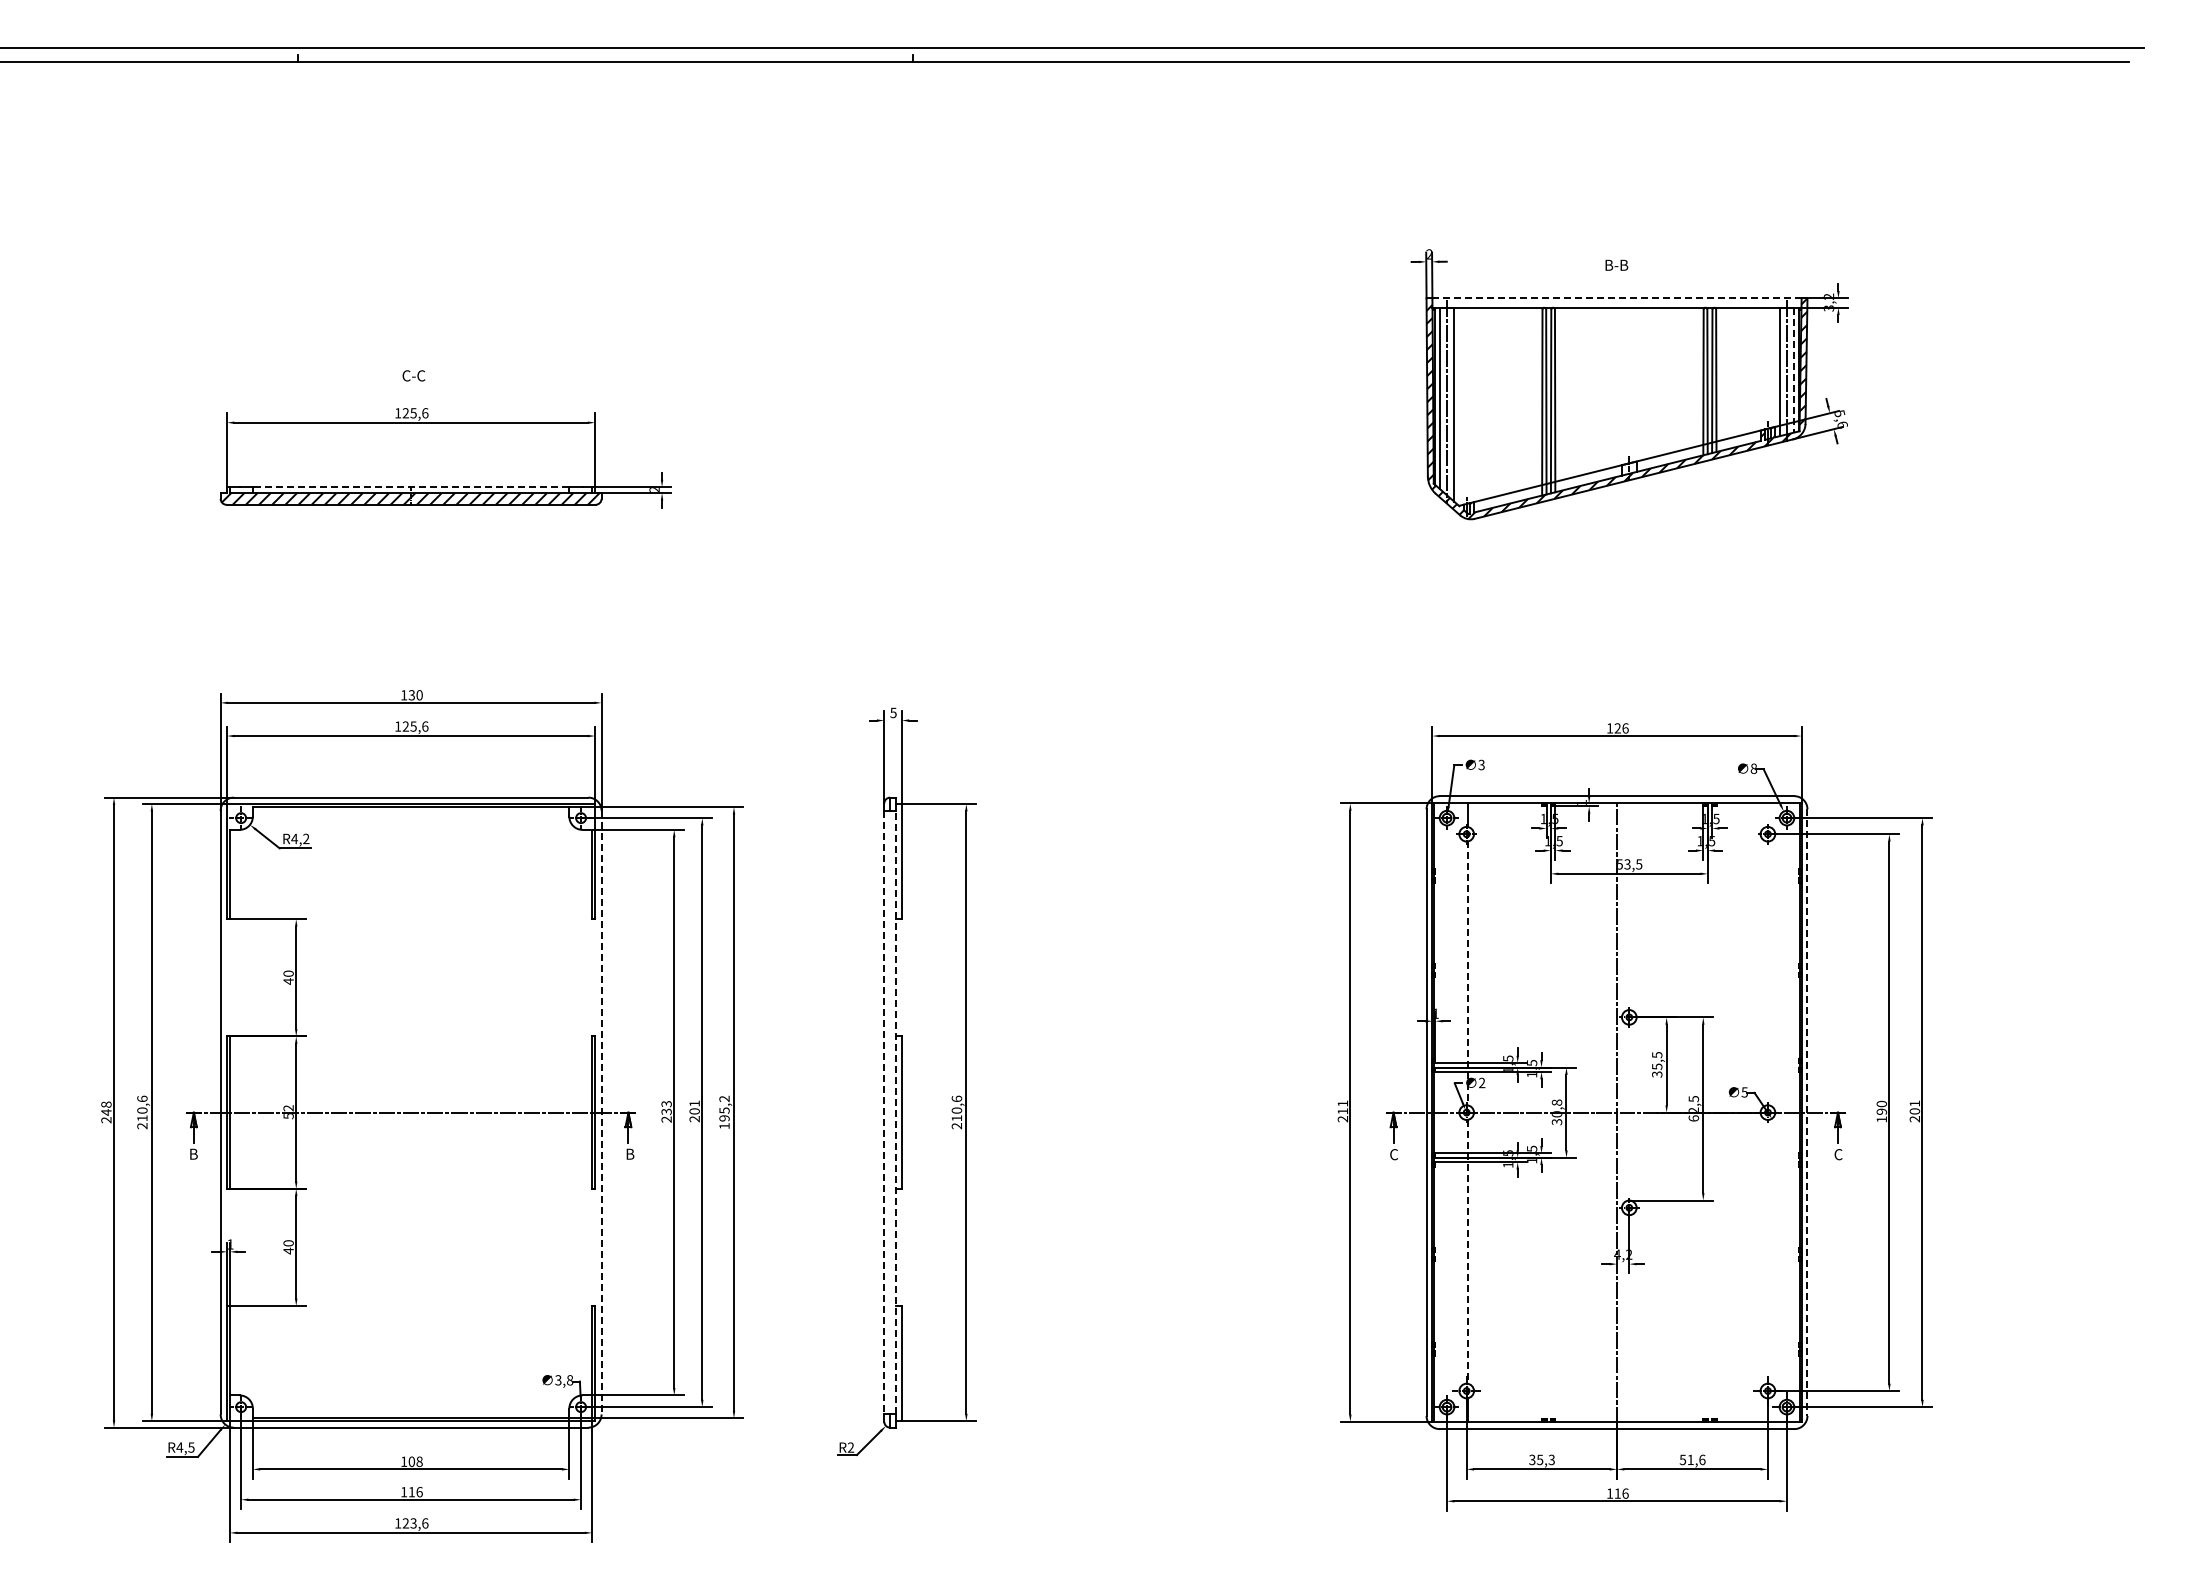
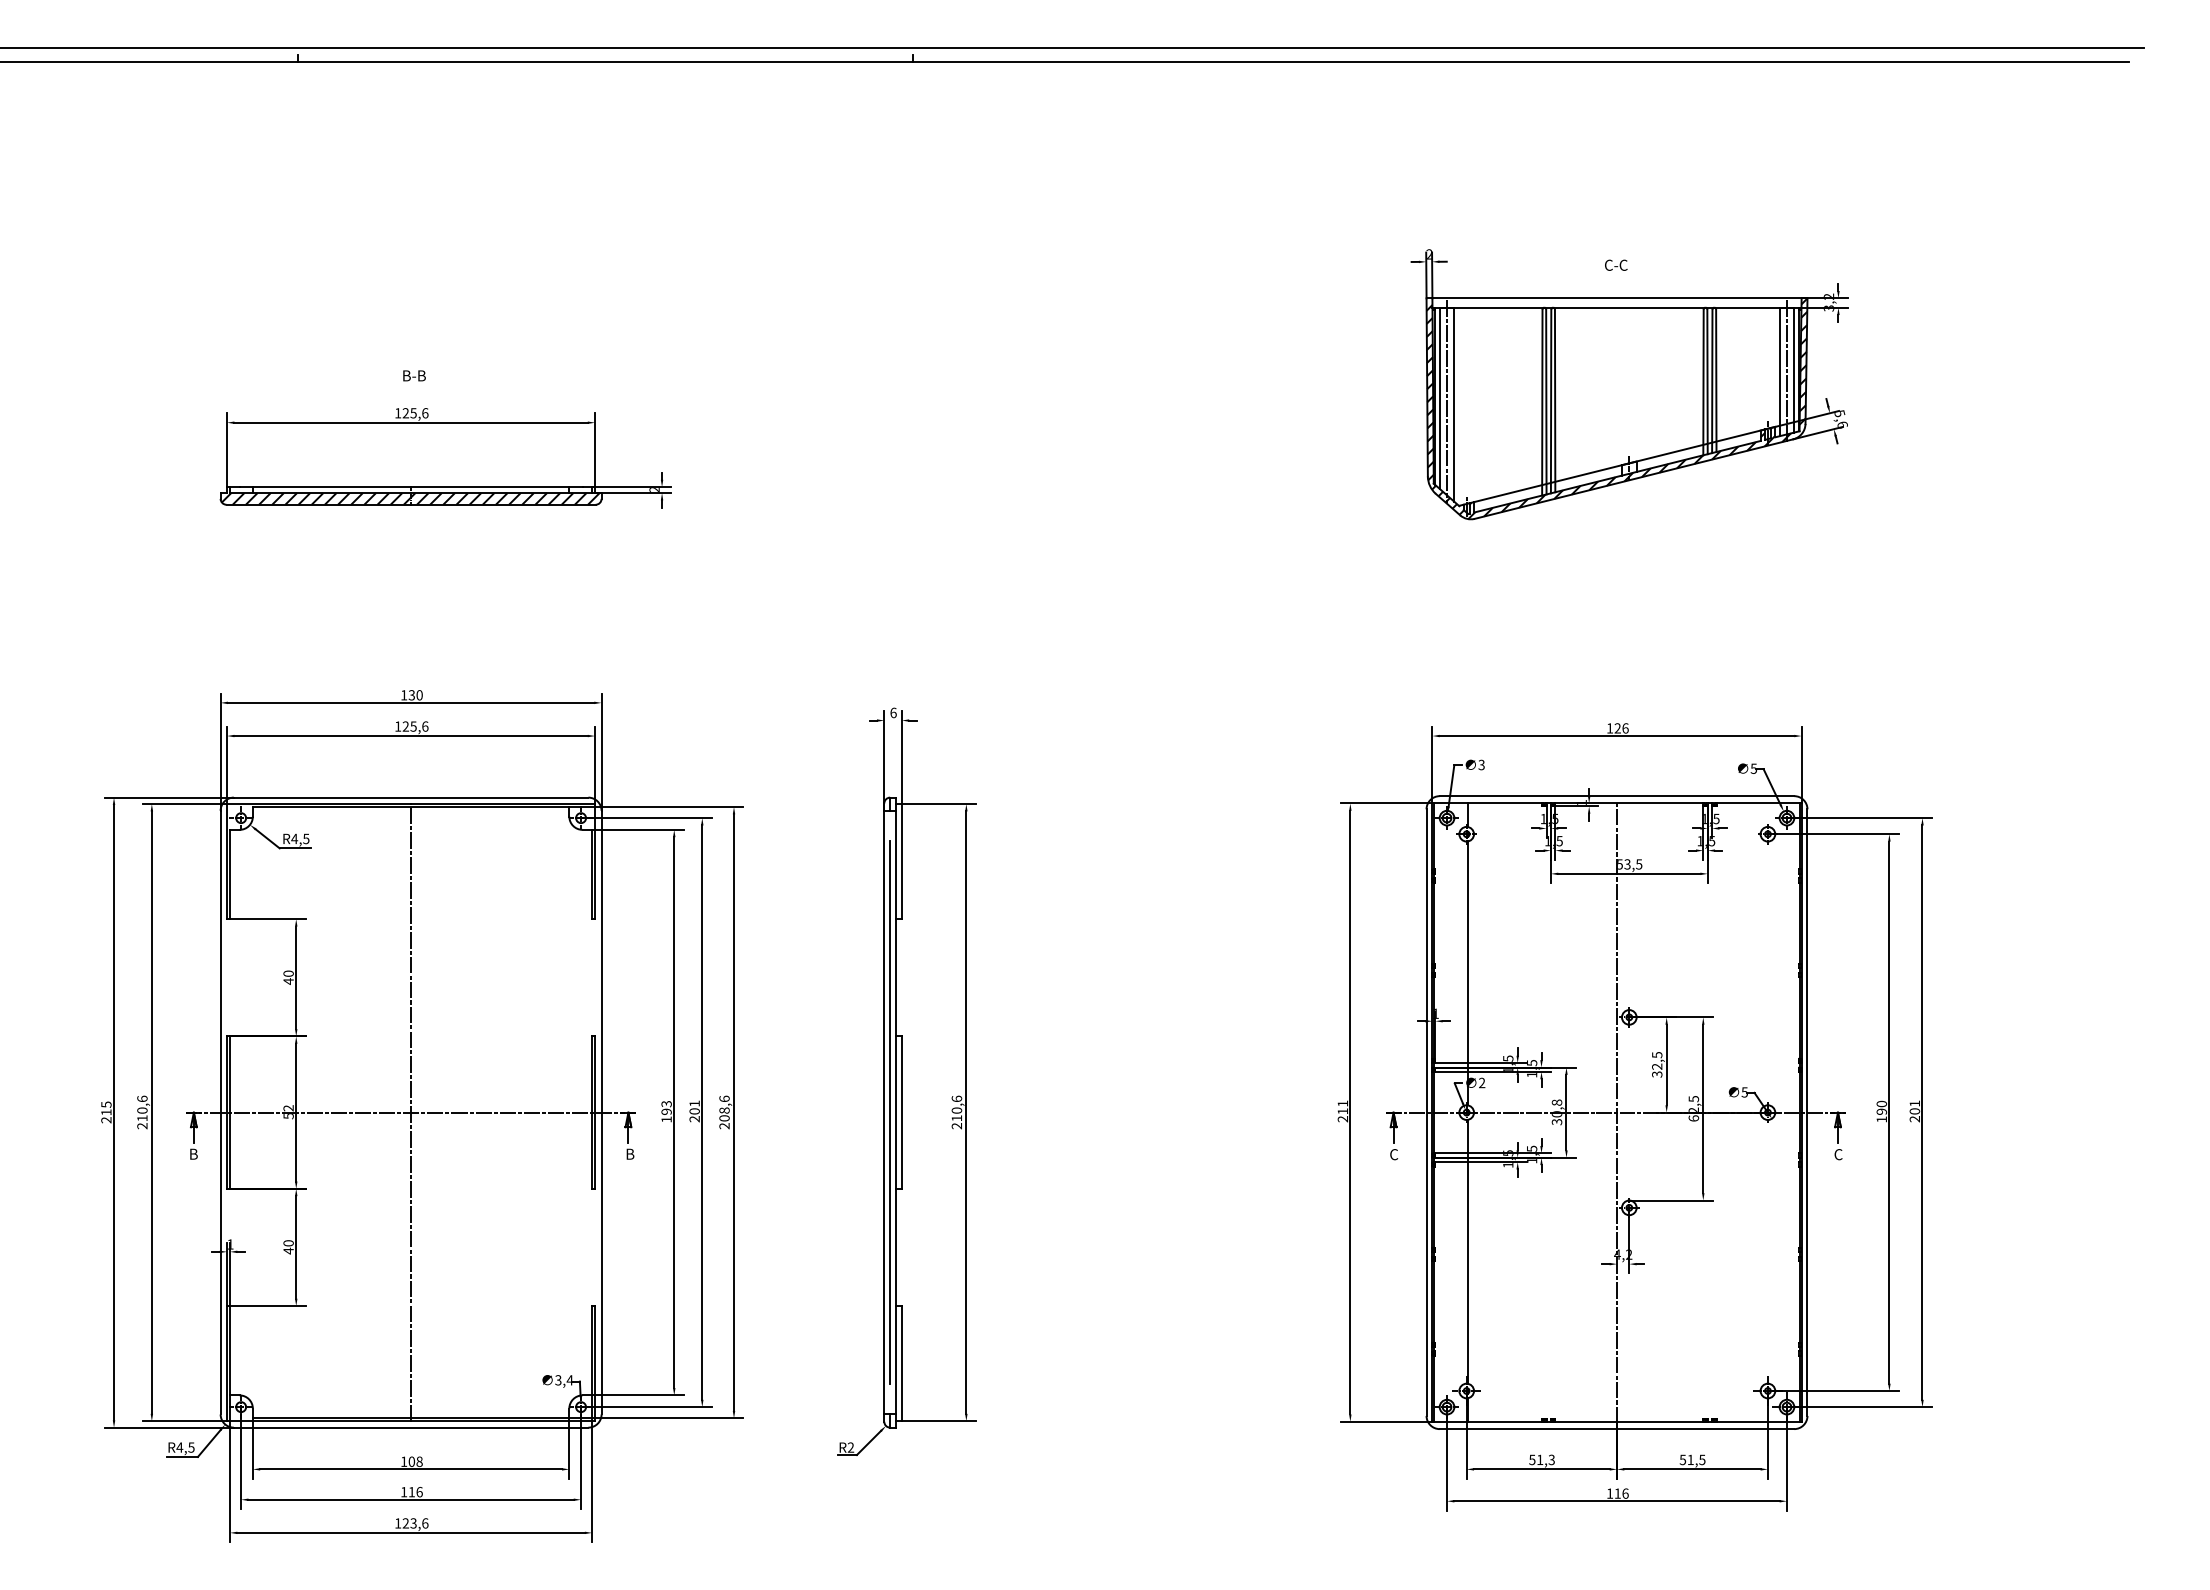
text at (1616, 264): B-B -> C-C
line at (1617, 298): dashed -> solid
line at (1794, 370): dashed -> solid
text at (413, 375): C-C -> B-B
line at (410, 487): dashed -> solid
text at (893, 712): 5 -> 6
text at (1753, 768): 8 -> 5
text at (306, 838): R4,2 -> R4,5
line at (1468, 973): dashed -> solid
text at (1657, 1066): 35,5 -> 32,5
text at (106, 1108): 248 -> 215
line at (411, 1112): none -> present
line at (601, 1112): dashed -> solid
text at (724, 1112): 195,2 -> 208,6
line at (884, 1112): dashed -> solid
line at (890, 1112): none -> present
line at (896, 1112): dashed -> solid
line at (1807, 1113): dashed -> solid
text at (666, 1115): 233 -> 193
line at (1468, 1252): dashed -> solid
text at (569, 1380): 3,8 -> 3,4
text at (1536, 1459): 35,3 -> 51,3
text at (1702, 1459): 51,6 -> 51,5
